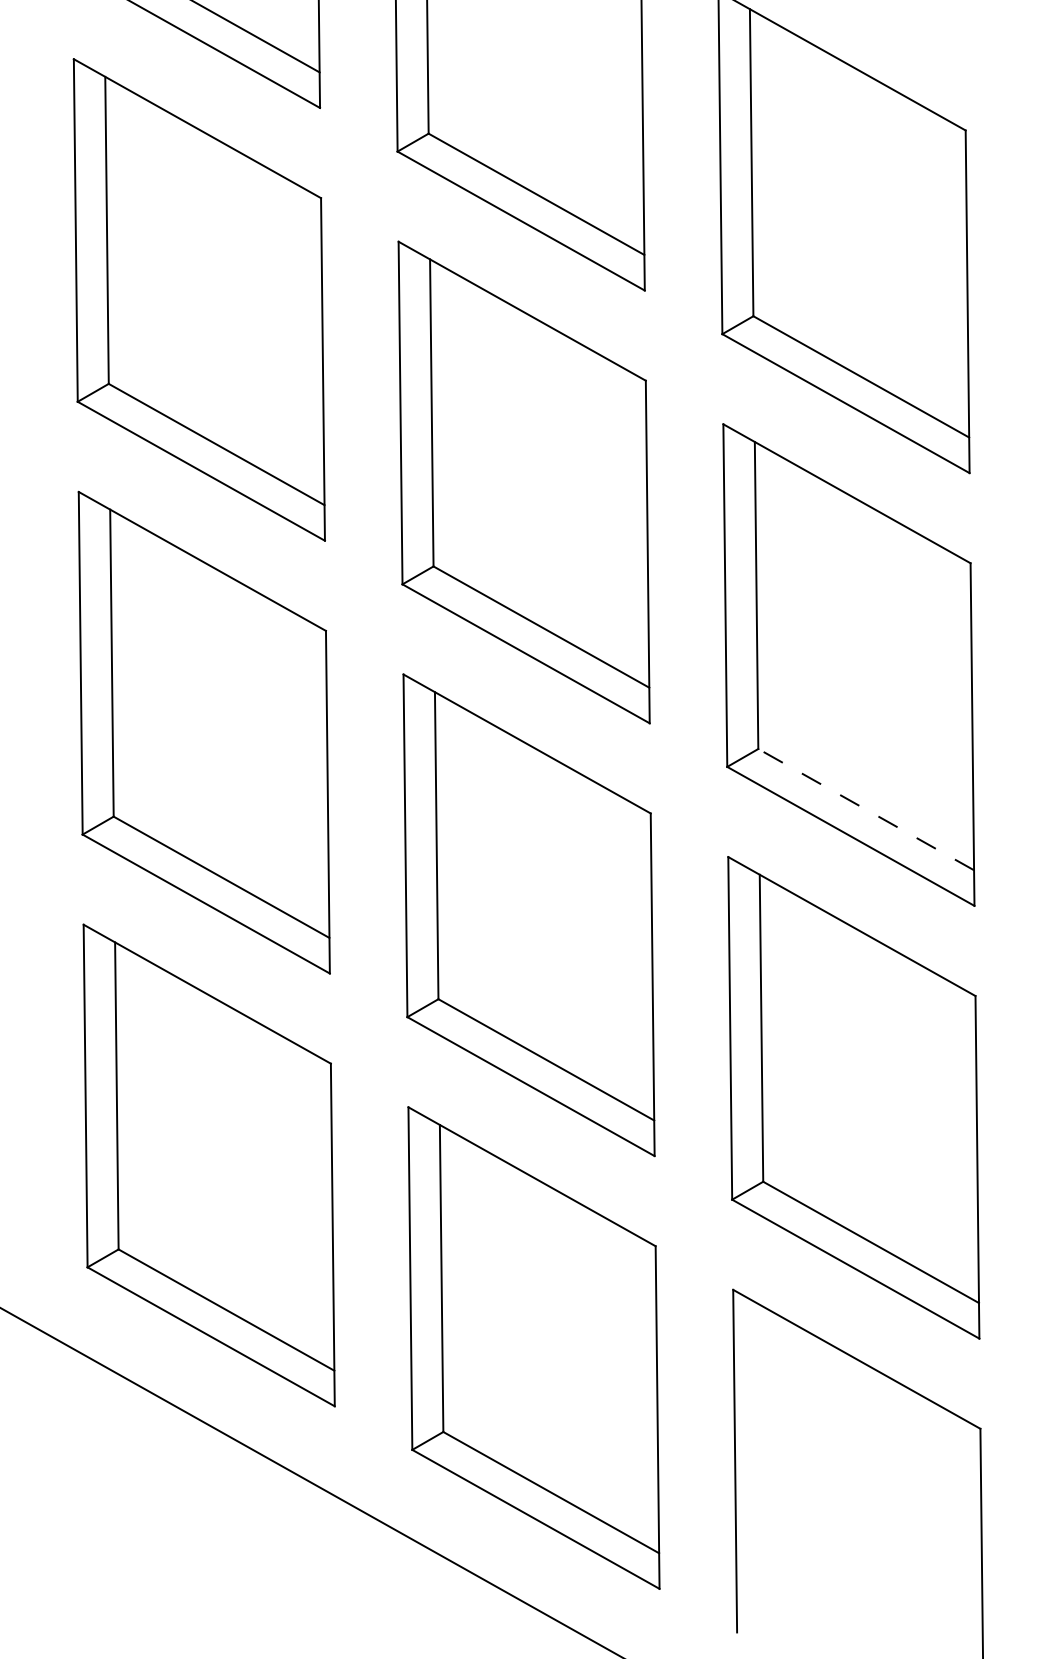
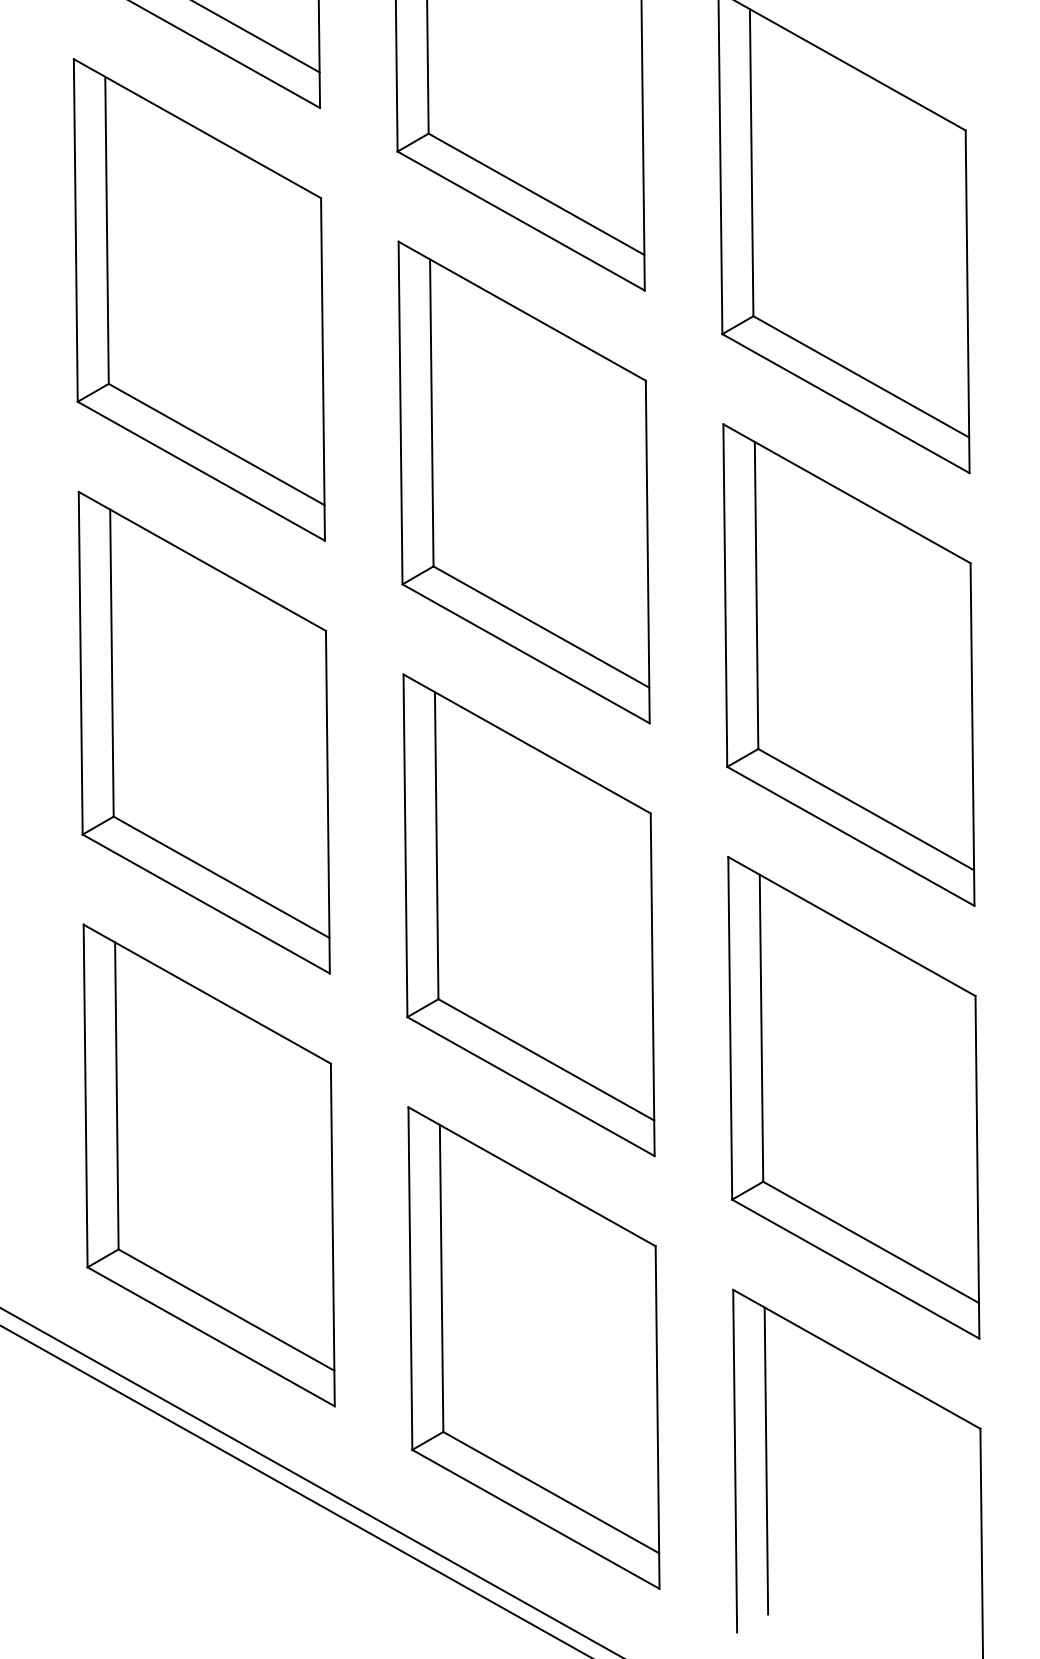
line at (866, 809): dashed -> solid
line at (766, 1460): none -> present
line at (295, 1490): none -> present
